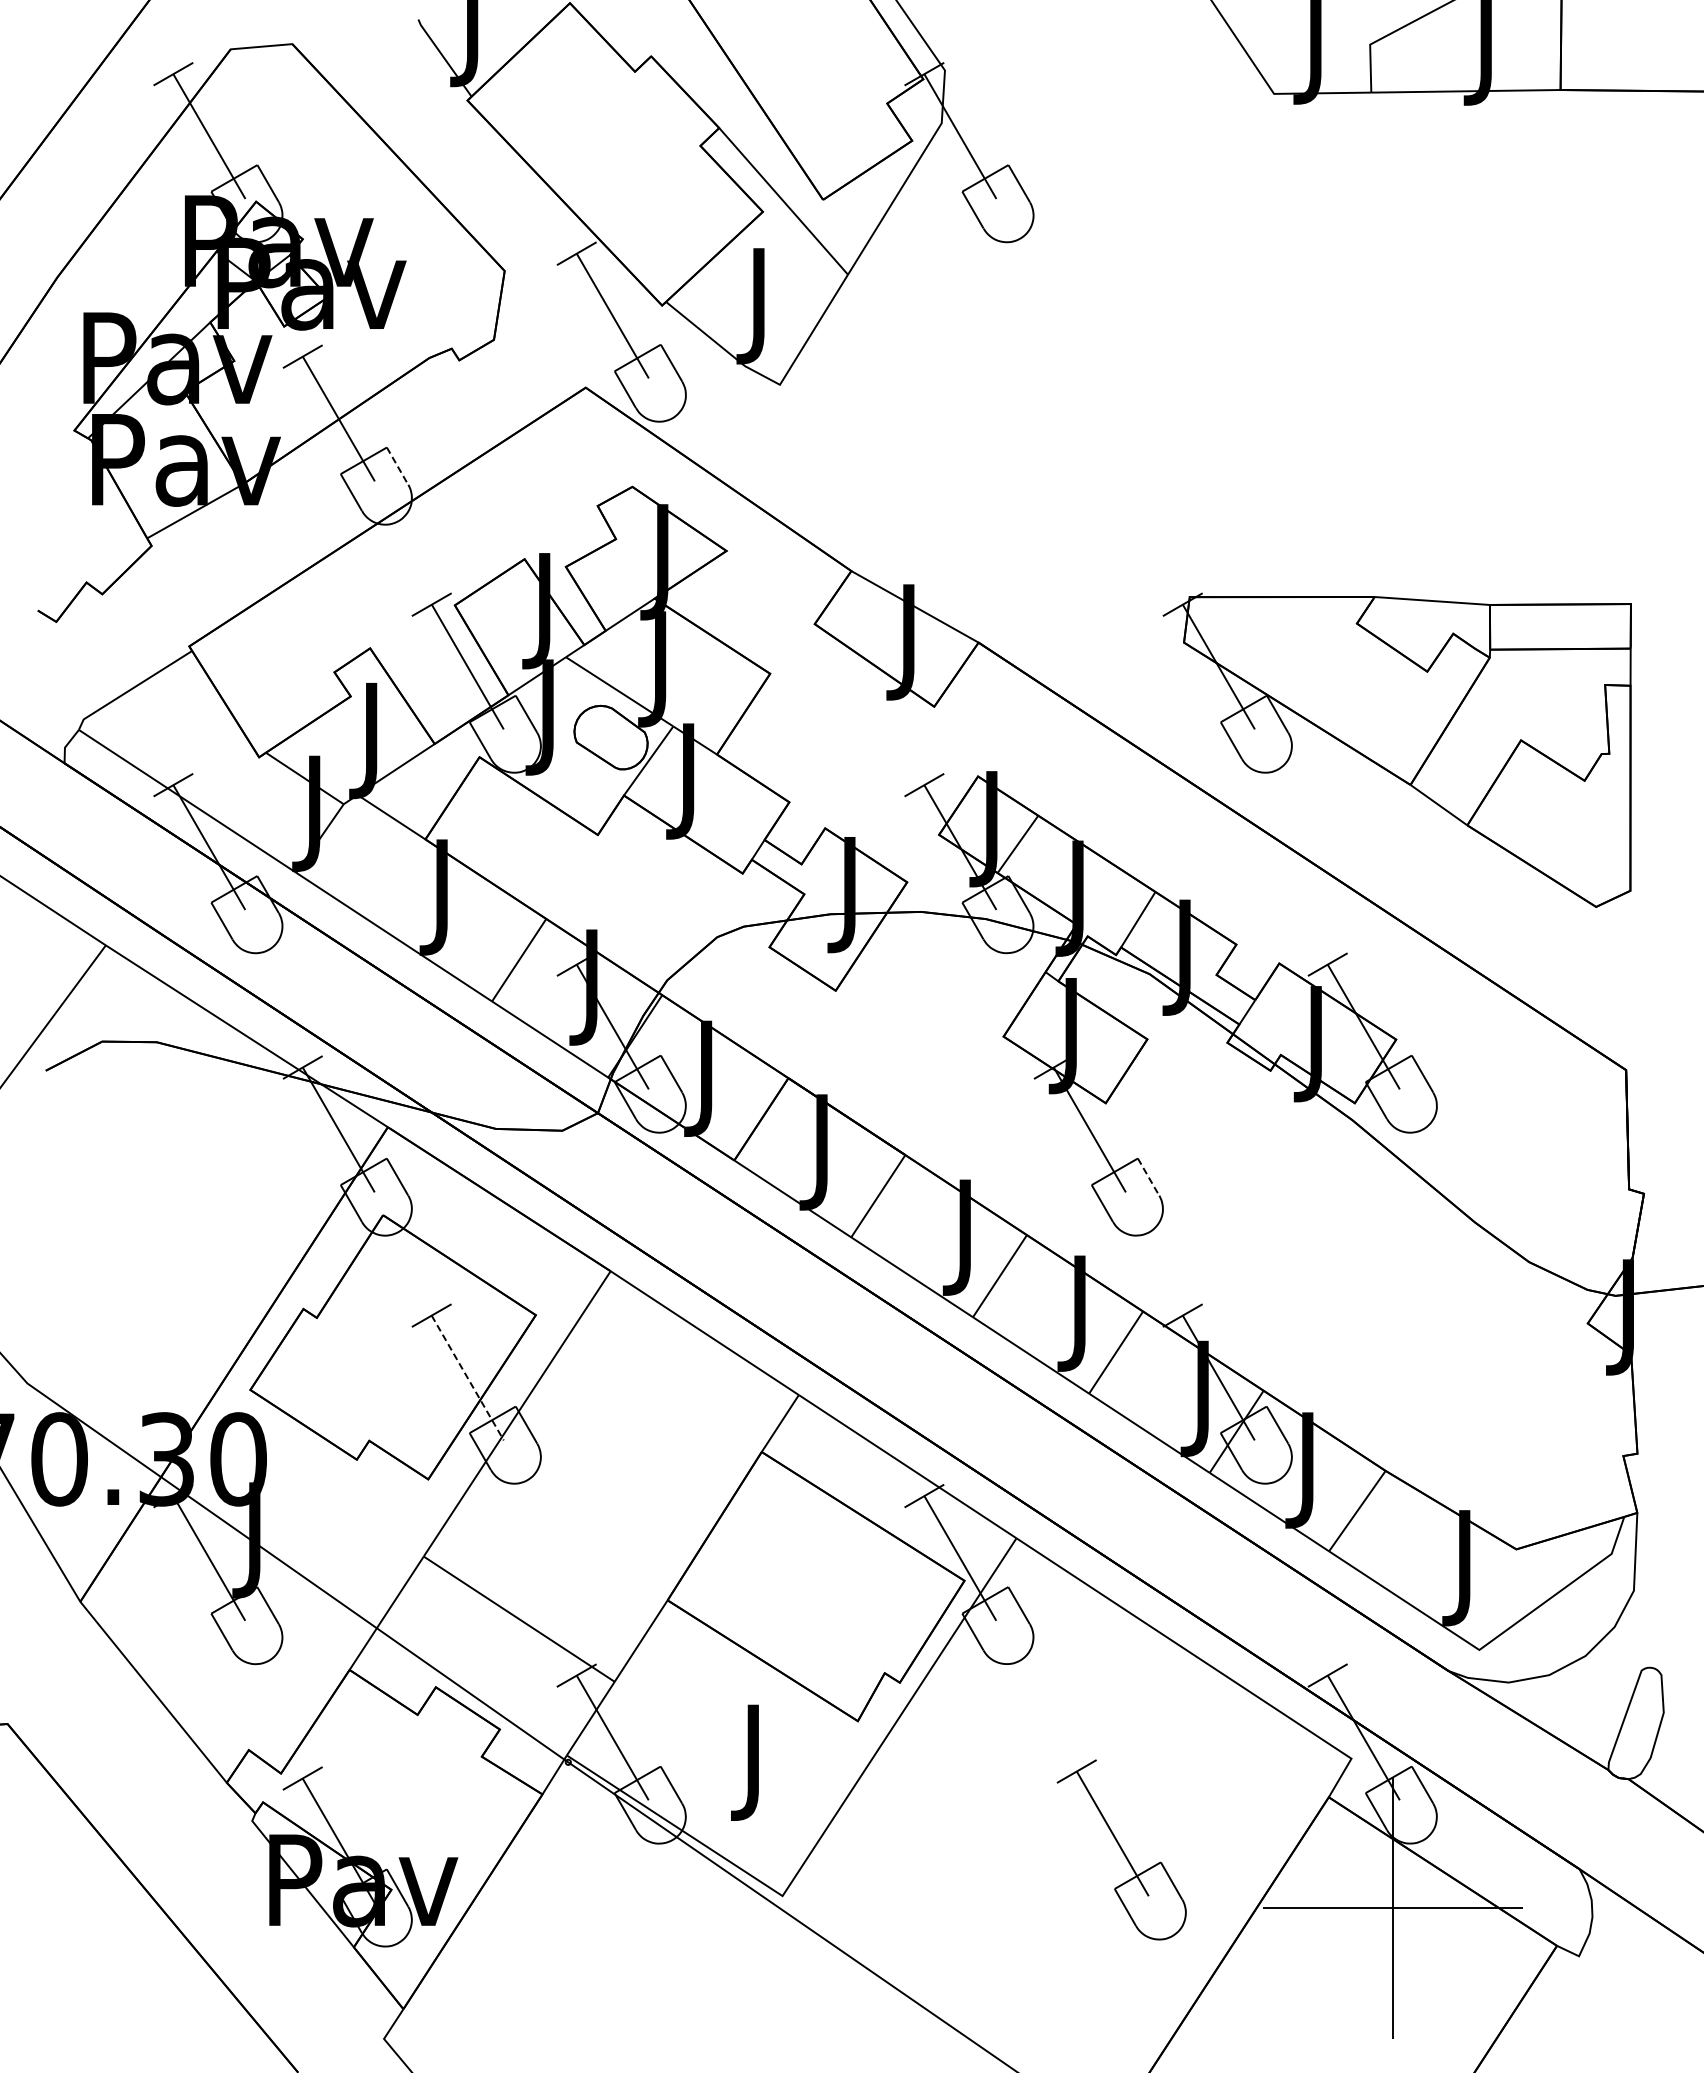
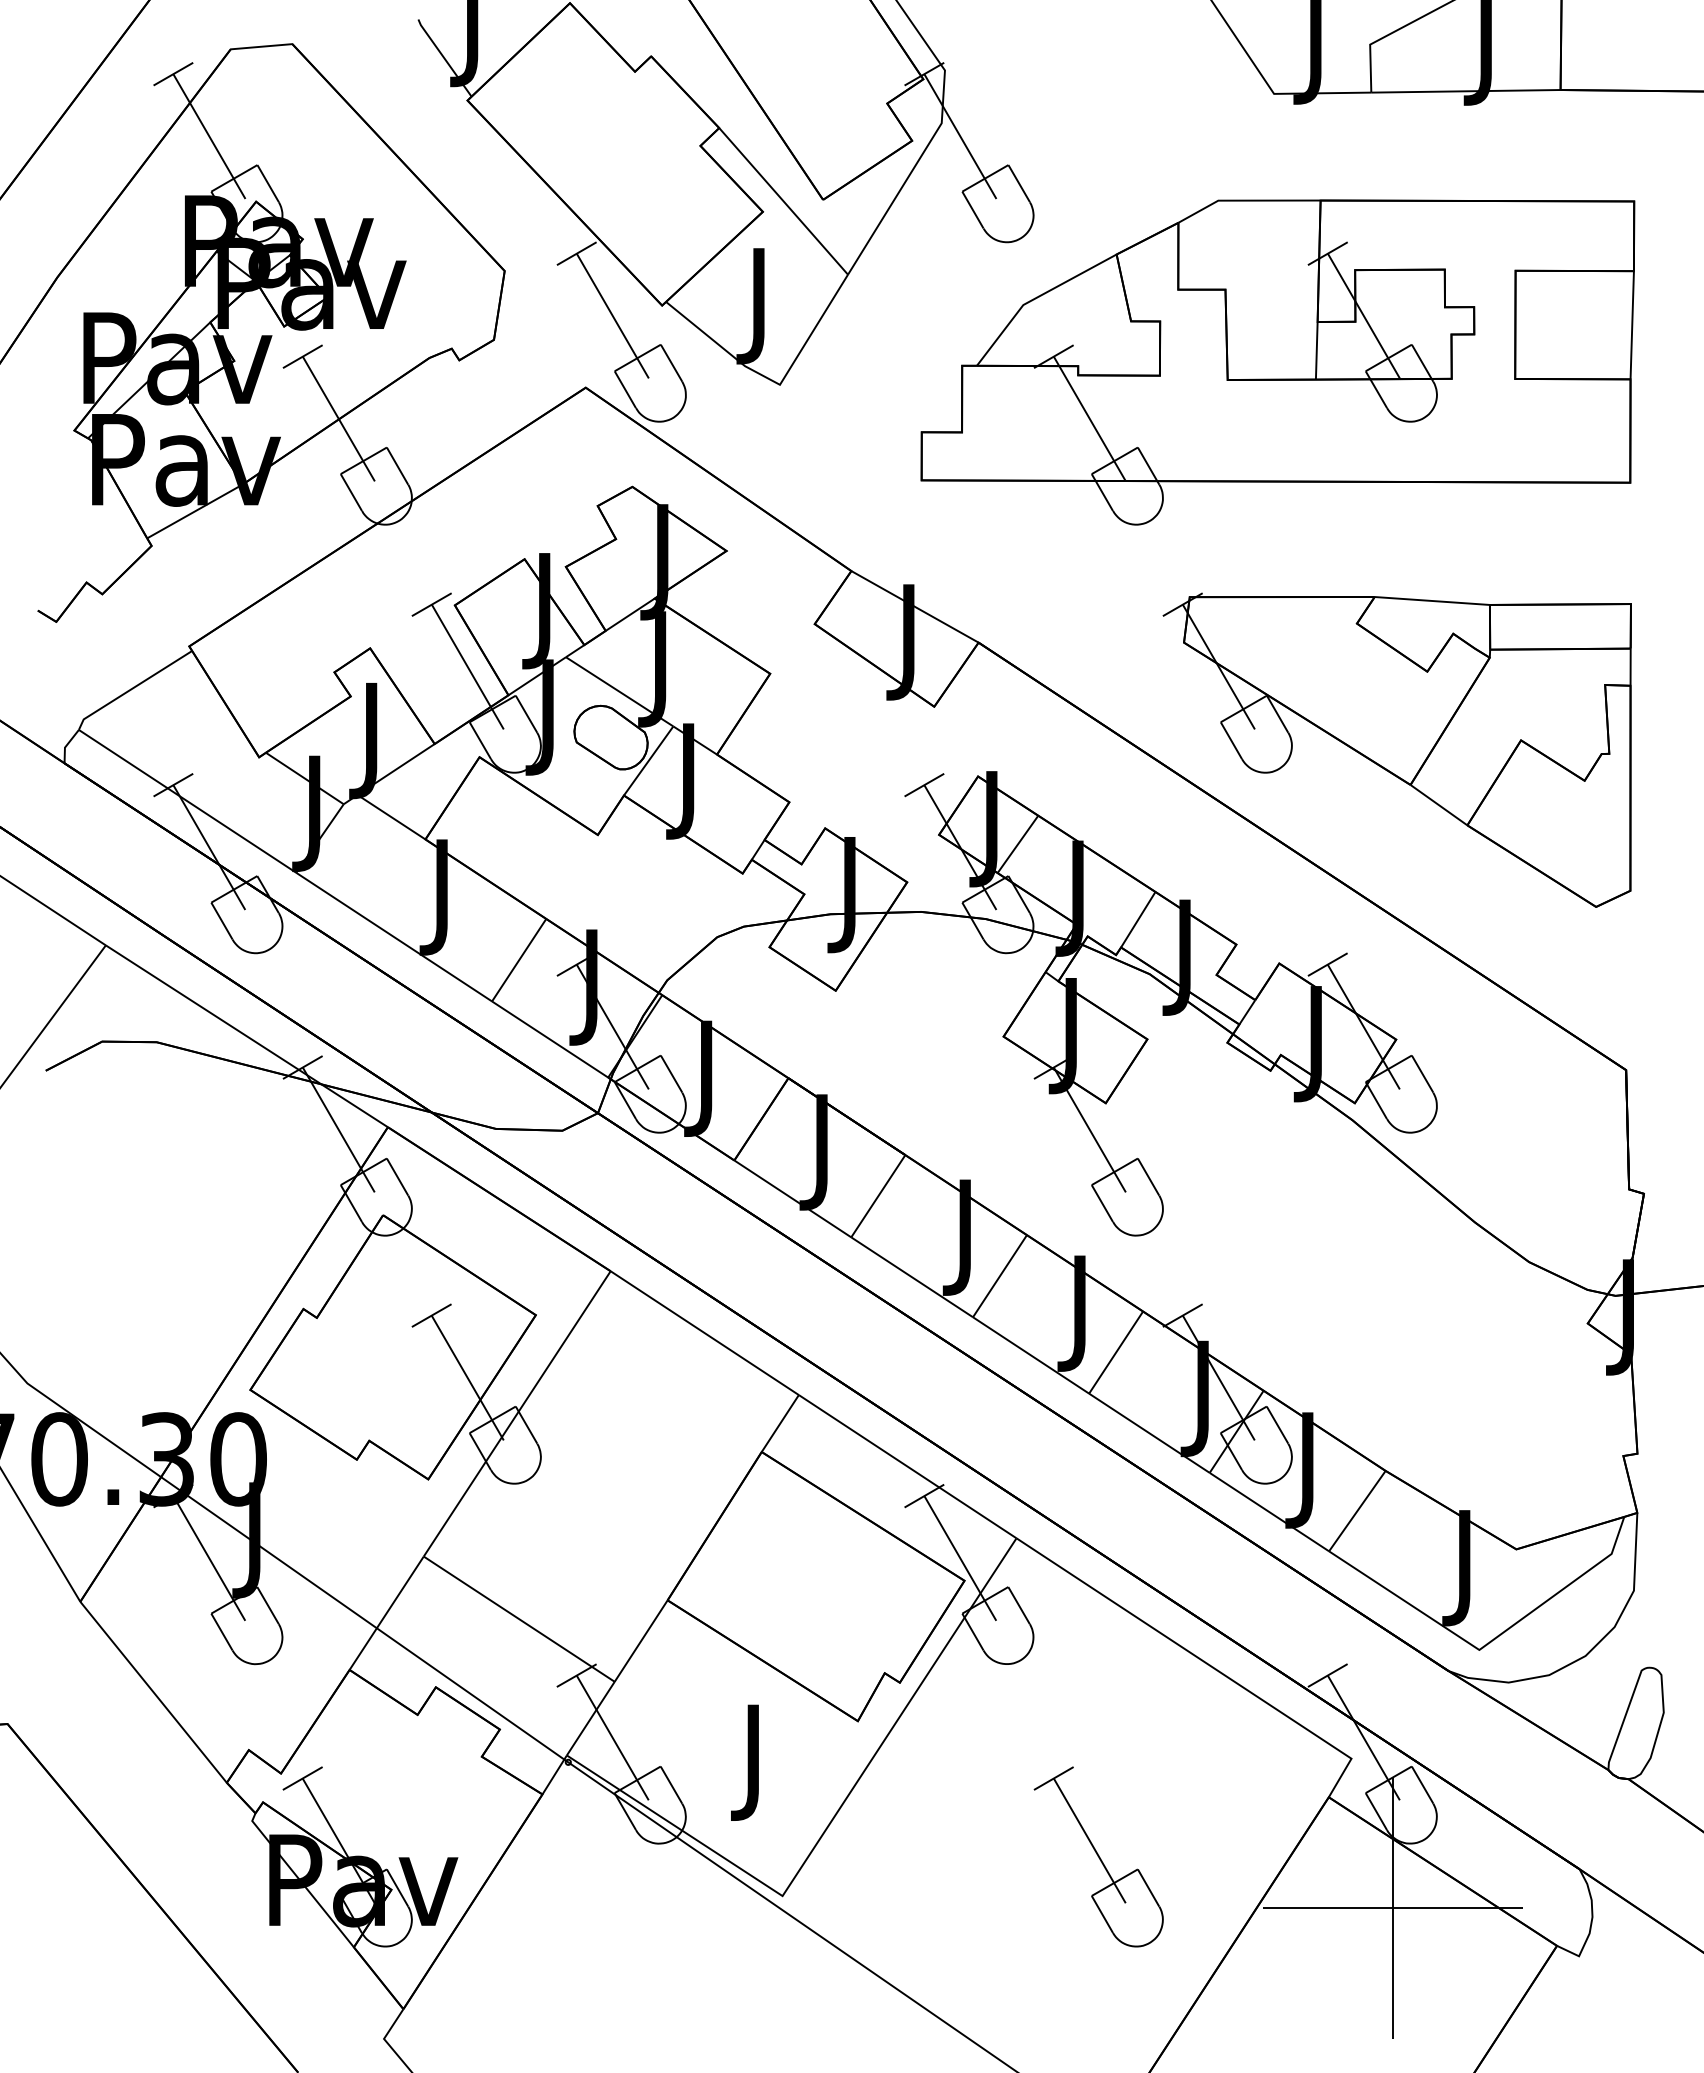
part at (1277, 362): none -> present
line at (397, 466): dashed -> solid
line at (1148, 1177): dashed -> solid
line at (468, 1378): dashed -> solid
part at (1121, 1849) position: (1121, 1849) -> (1098, 1856)
